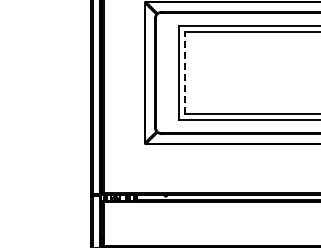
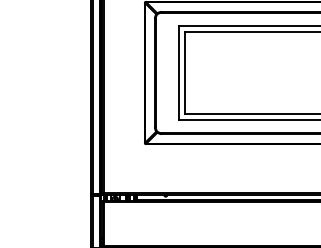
line at (184, 72): dashed -> solid
